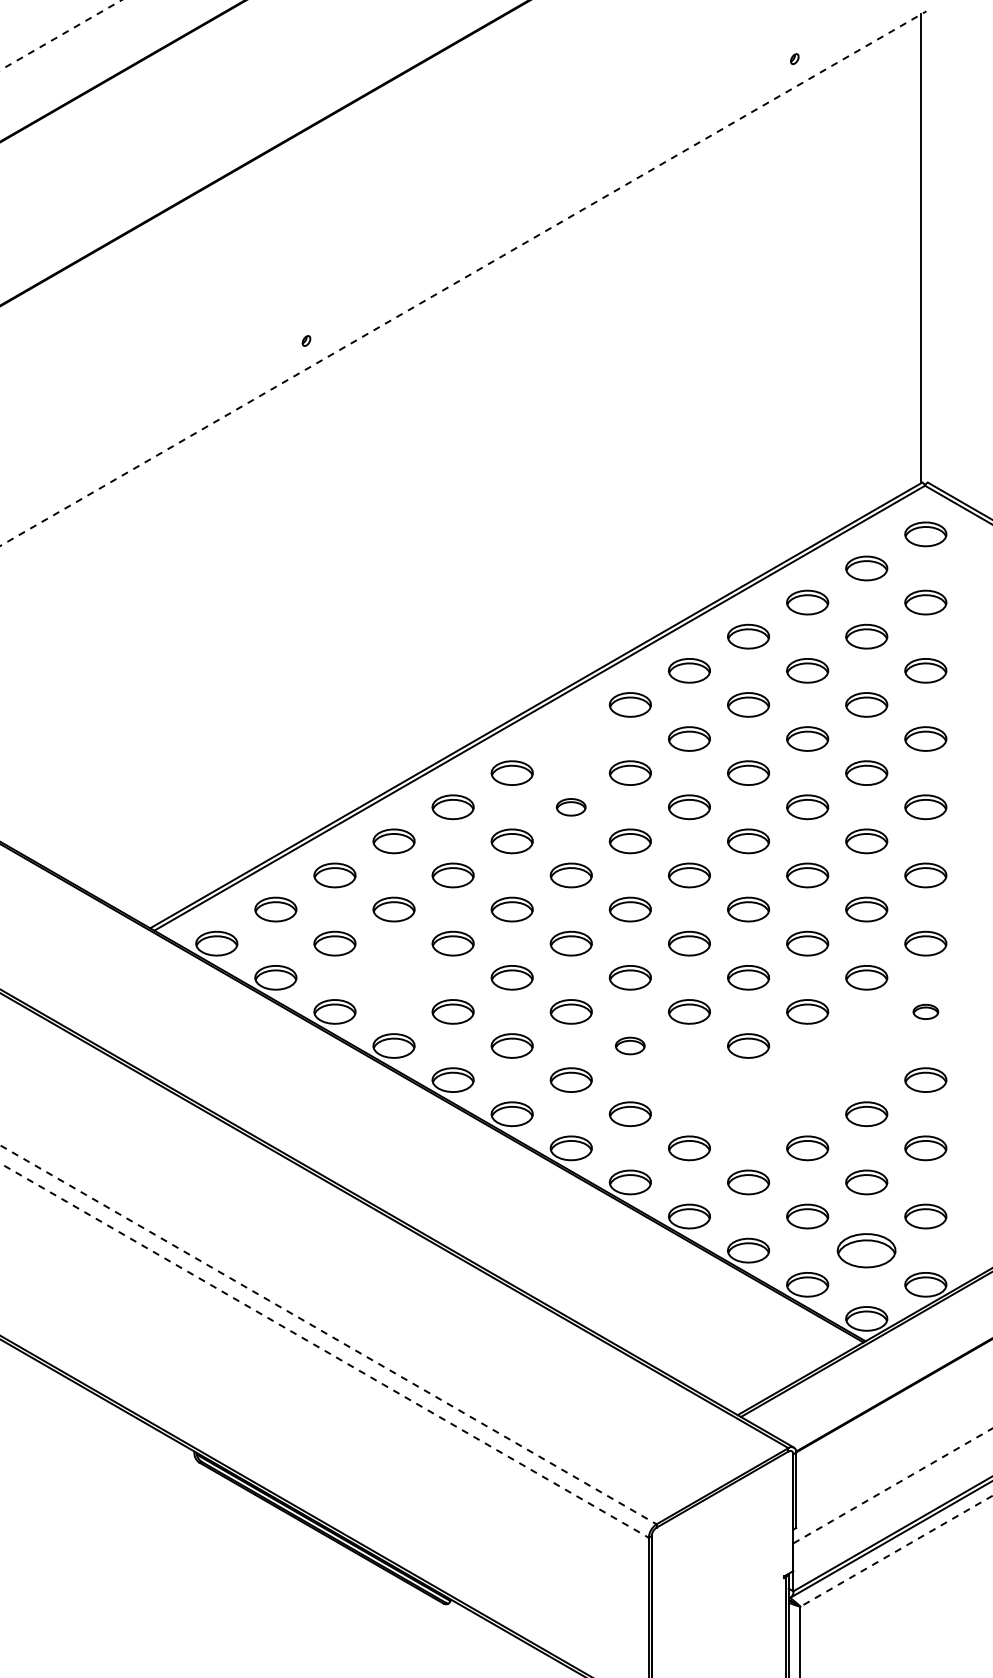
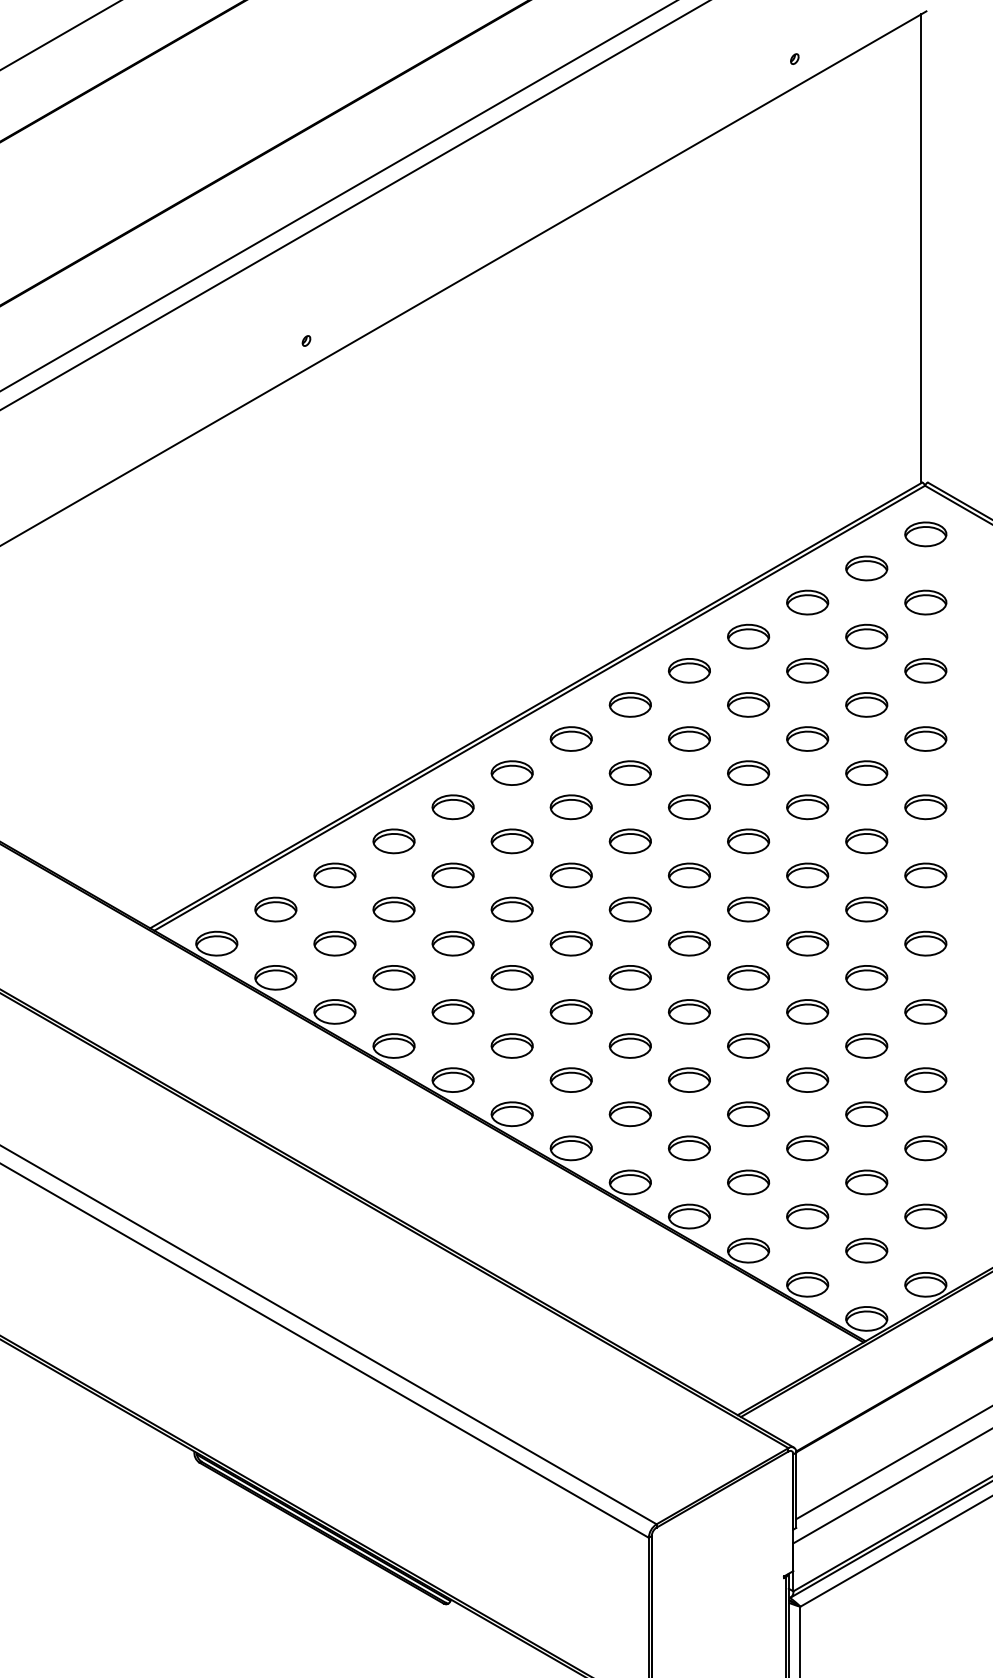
line at (61, 35): dashed -> solid
line at (338, 196): none -> present
line at (354, 205): none -> present
line at (463, 278): dashed -> solid
part at (570, 738): none -> present
part at (570, 807) size: 32x19 px -> 44x27 px
part at (393, 977): none -> present
part at (925, 1011) size: 28x17 px -> 44x26 px
part at (630, 1045) size: 31x20 px -> 44x26 px
part at (866, 1045): none -> present
part at (688, 1079): none -> present
part at (807, 1079): none -> present
part at (748, 1114): none -> present
part at (866, 1250) size: 61x36 px -> 44x27 px
line at (329, 1335): dashed -> solid
line at (325, 1351): dashed -> solid
line at (892, 1463): none -> present
line at (892, 1485): dashed -> solid
line at (896, 1551): dashed -> solid
